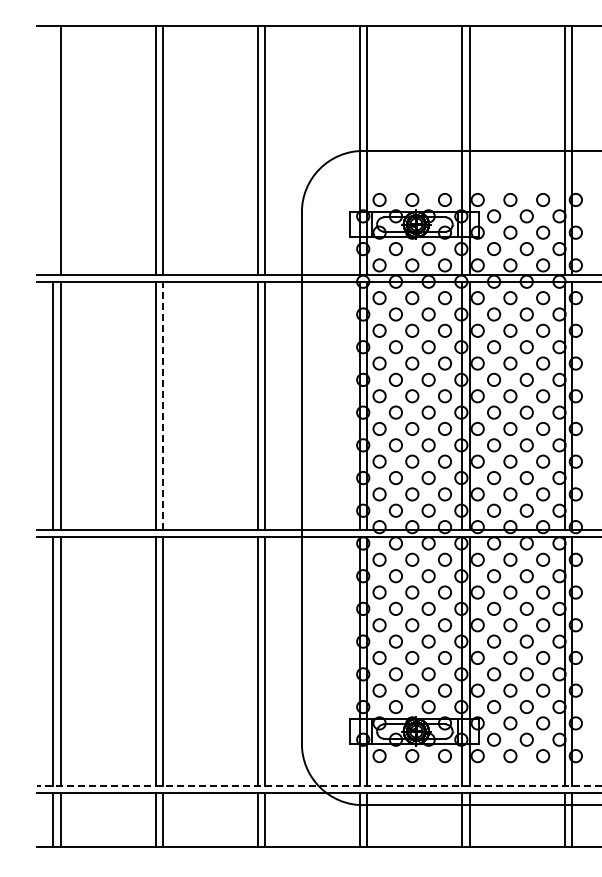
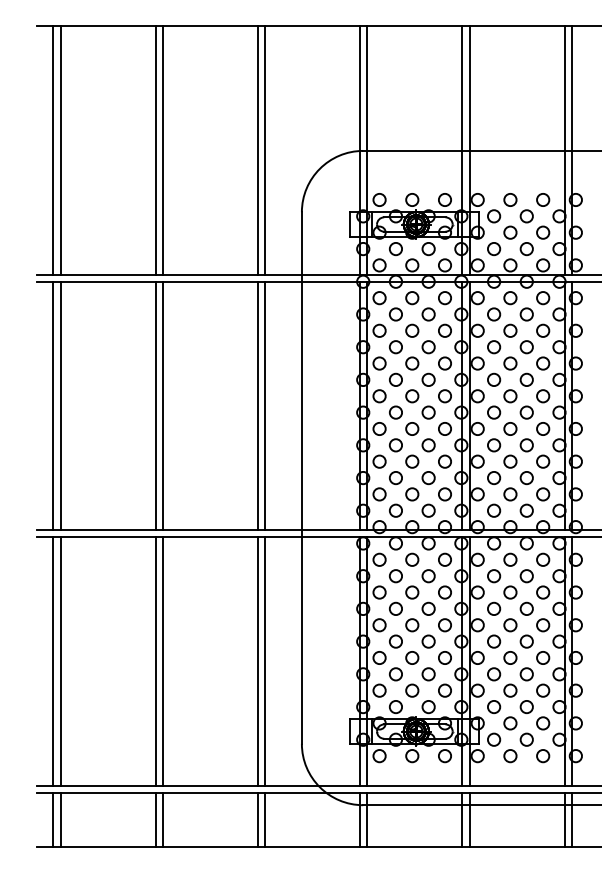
line at (53, 150): none -> present
line at (162, 405): dashed -> solid
line at (318, 785): dashed -> solid
